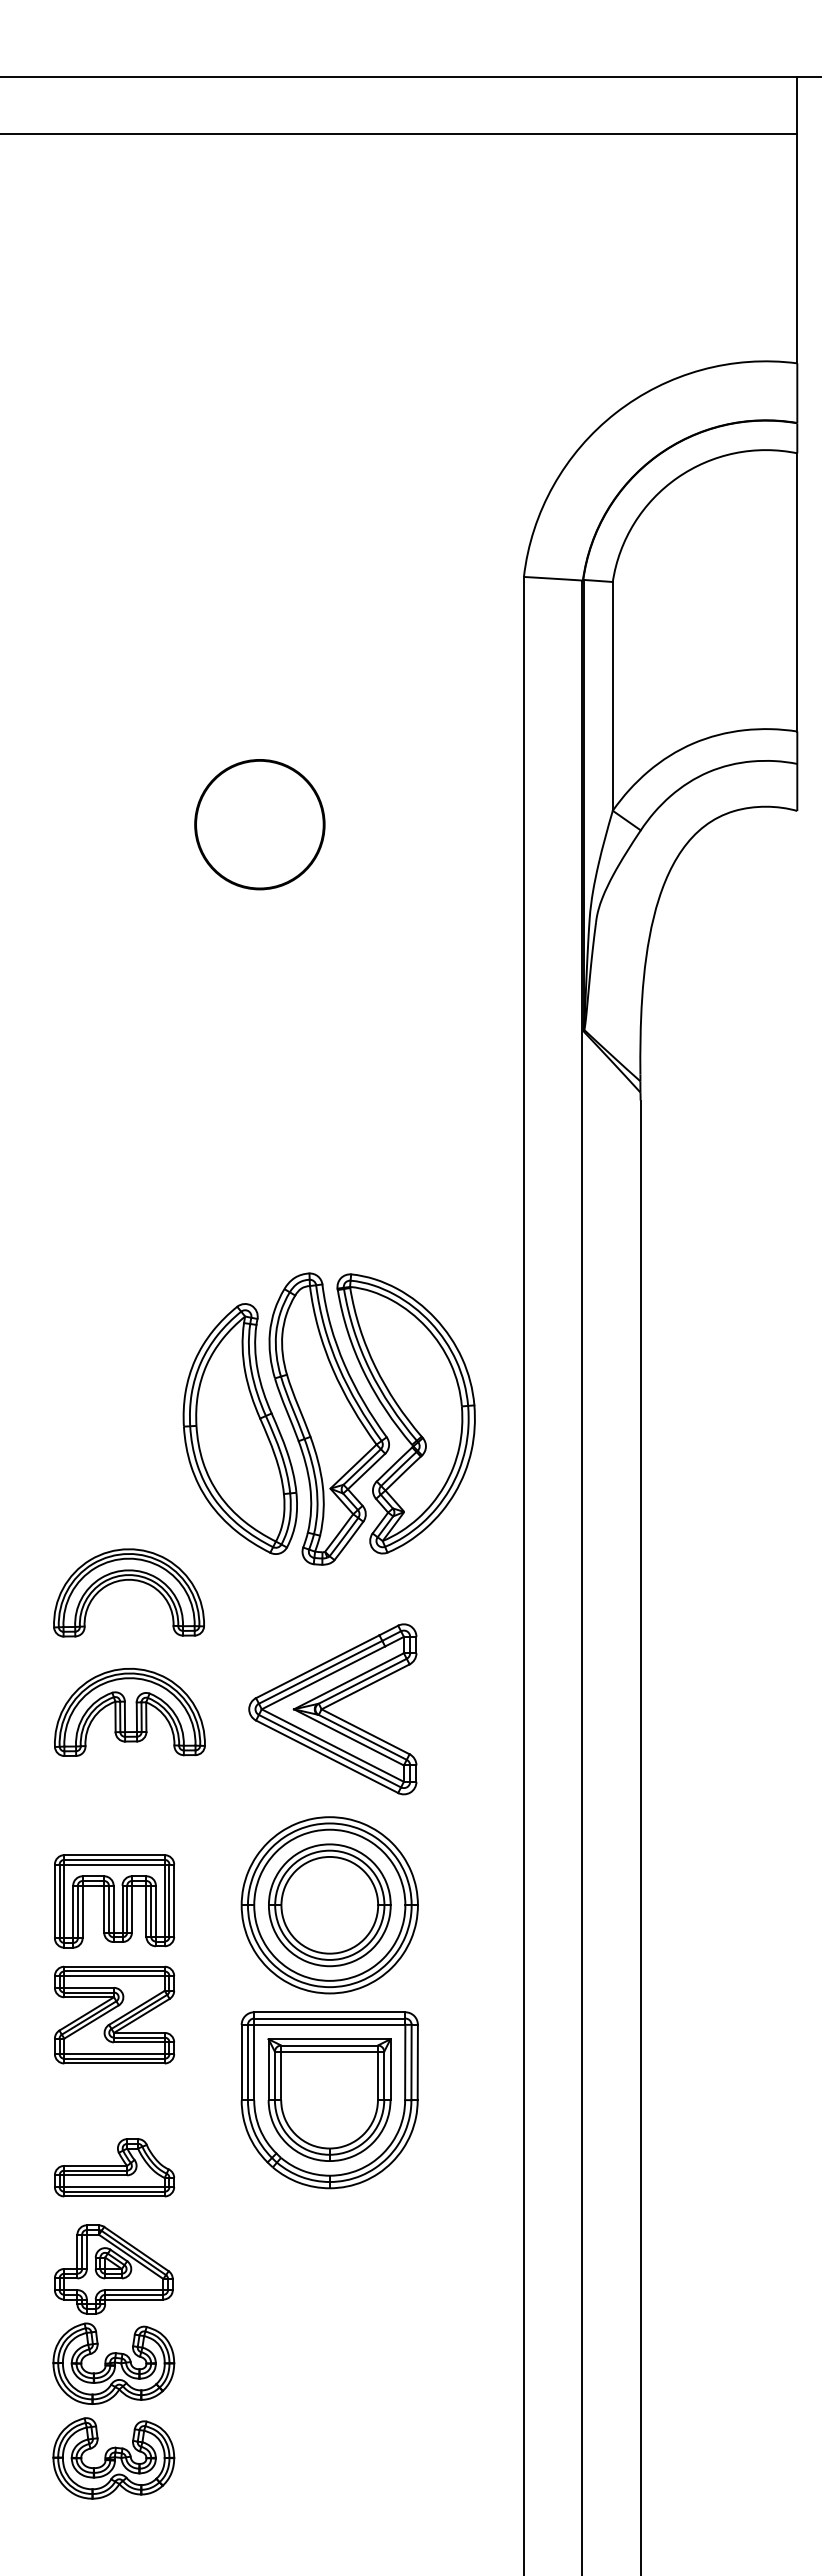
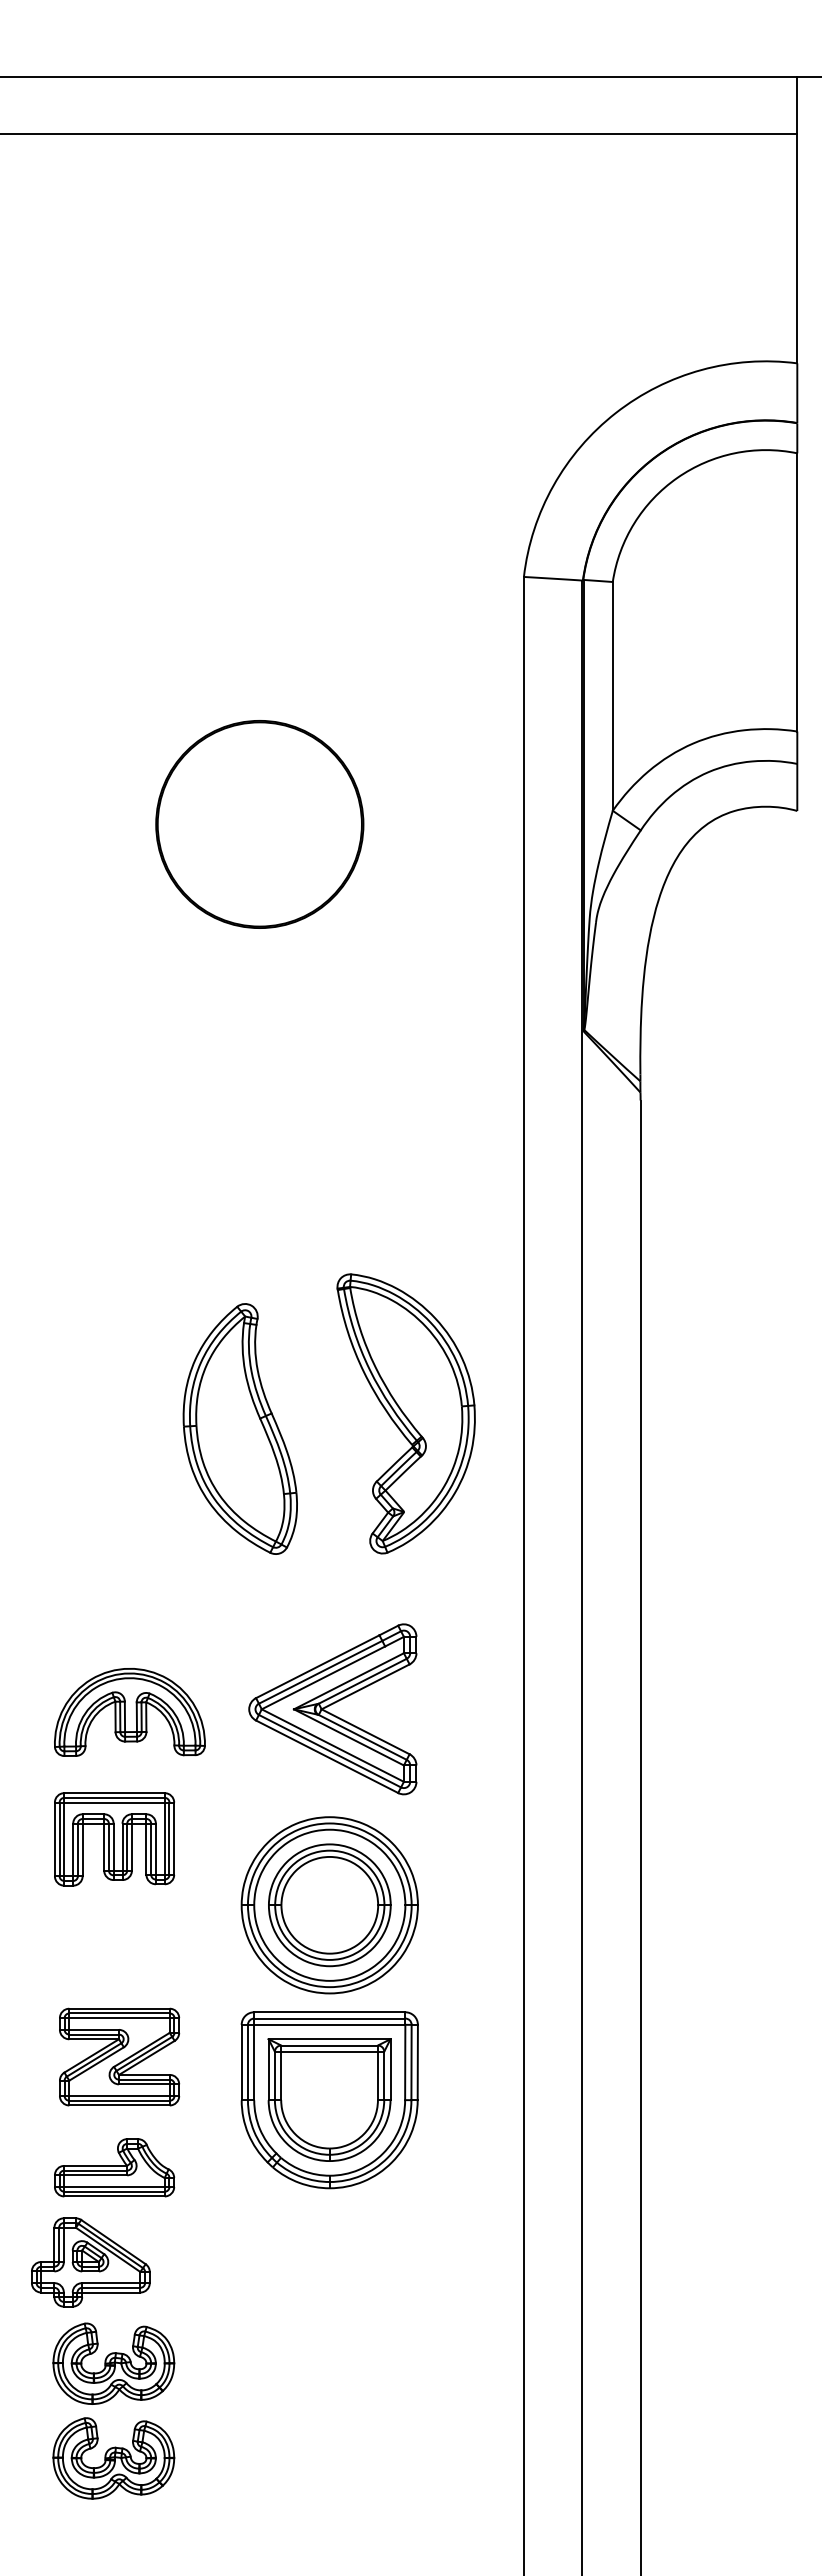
circle at (259, 824) size: 132x132 px -> 210x209 px
part at (328, 1418): present -> none
part at (128, 1580): present -> none
part at (114, 1901) position: (114, 1901) -> (114, 1839)
part at (114, 2014) position: (114, 2014) -> (119, 2056)
part at (113, 2269) position: (113, 2269) -> (90, 2262)
